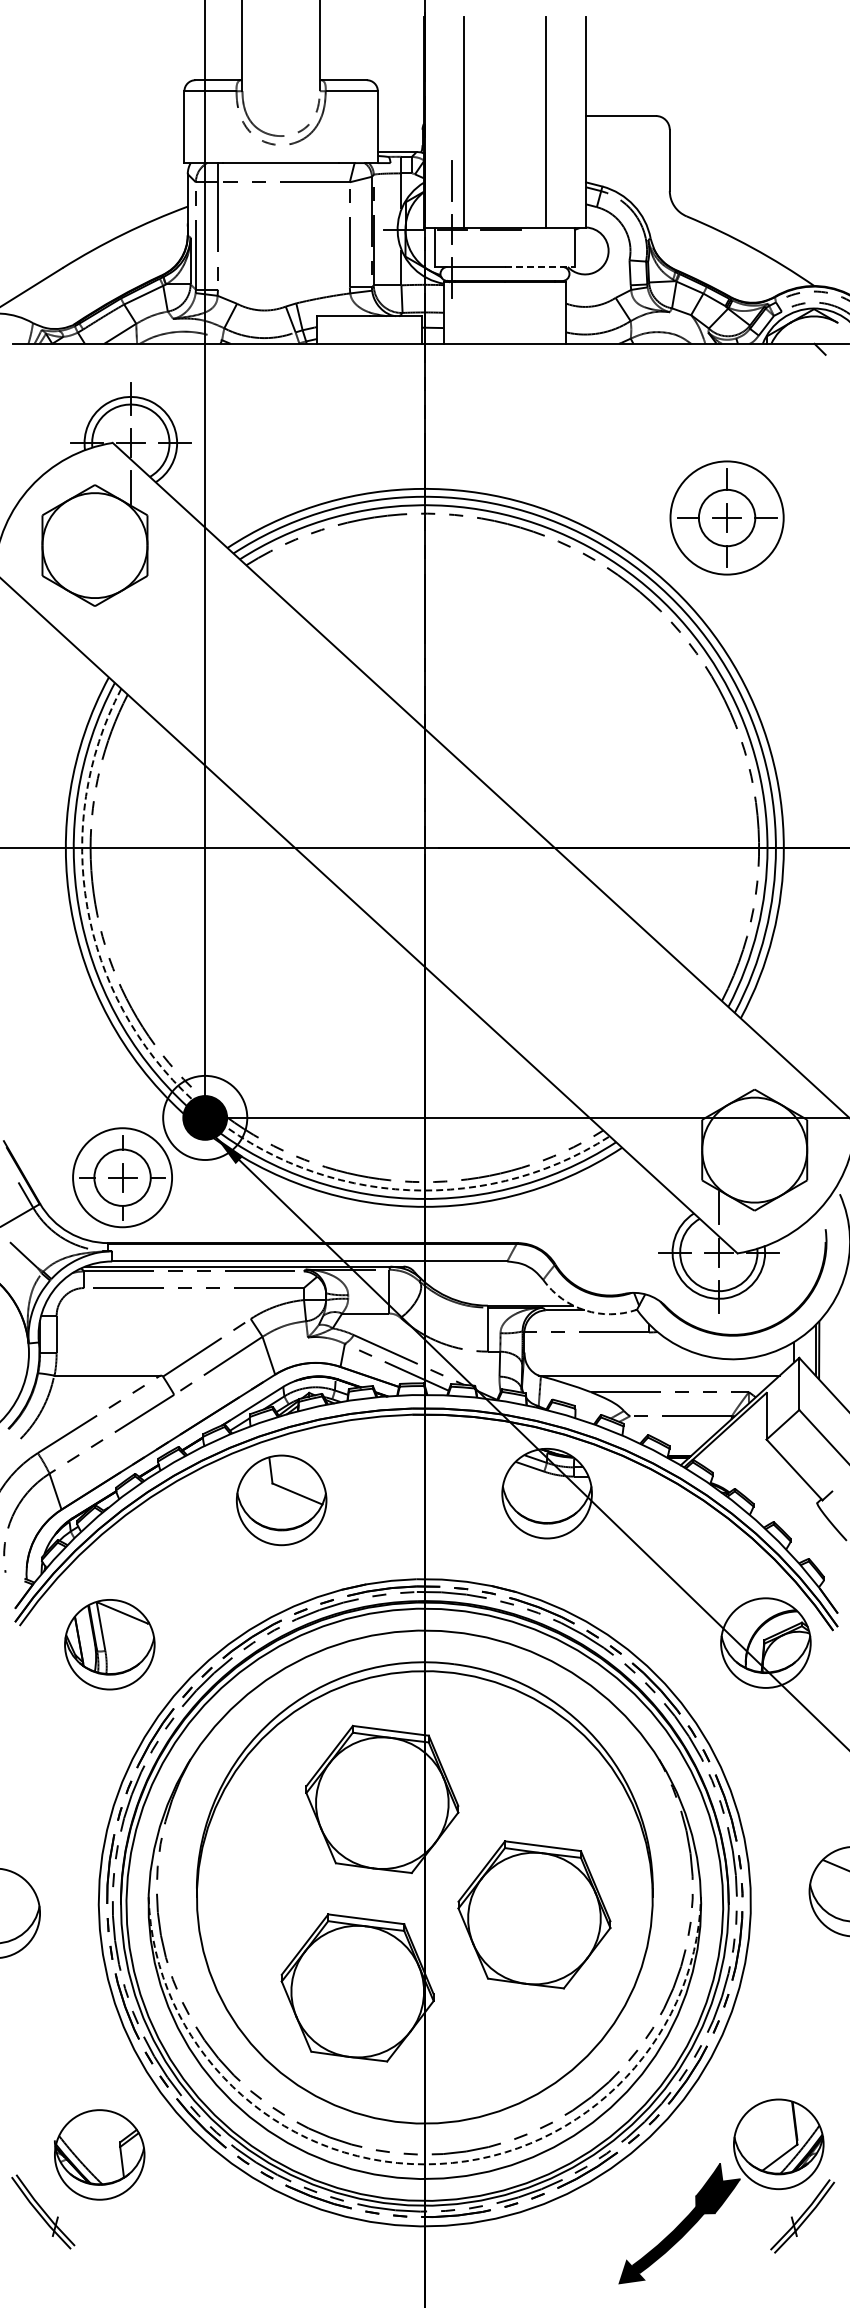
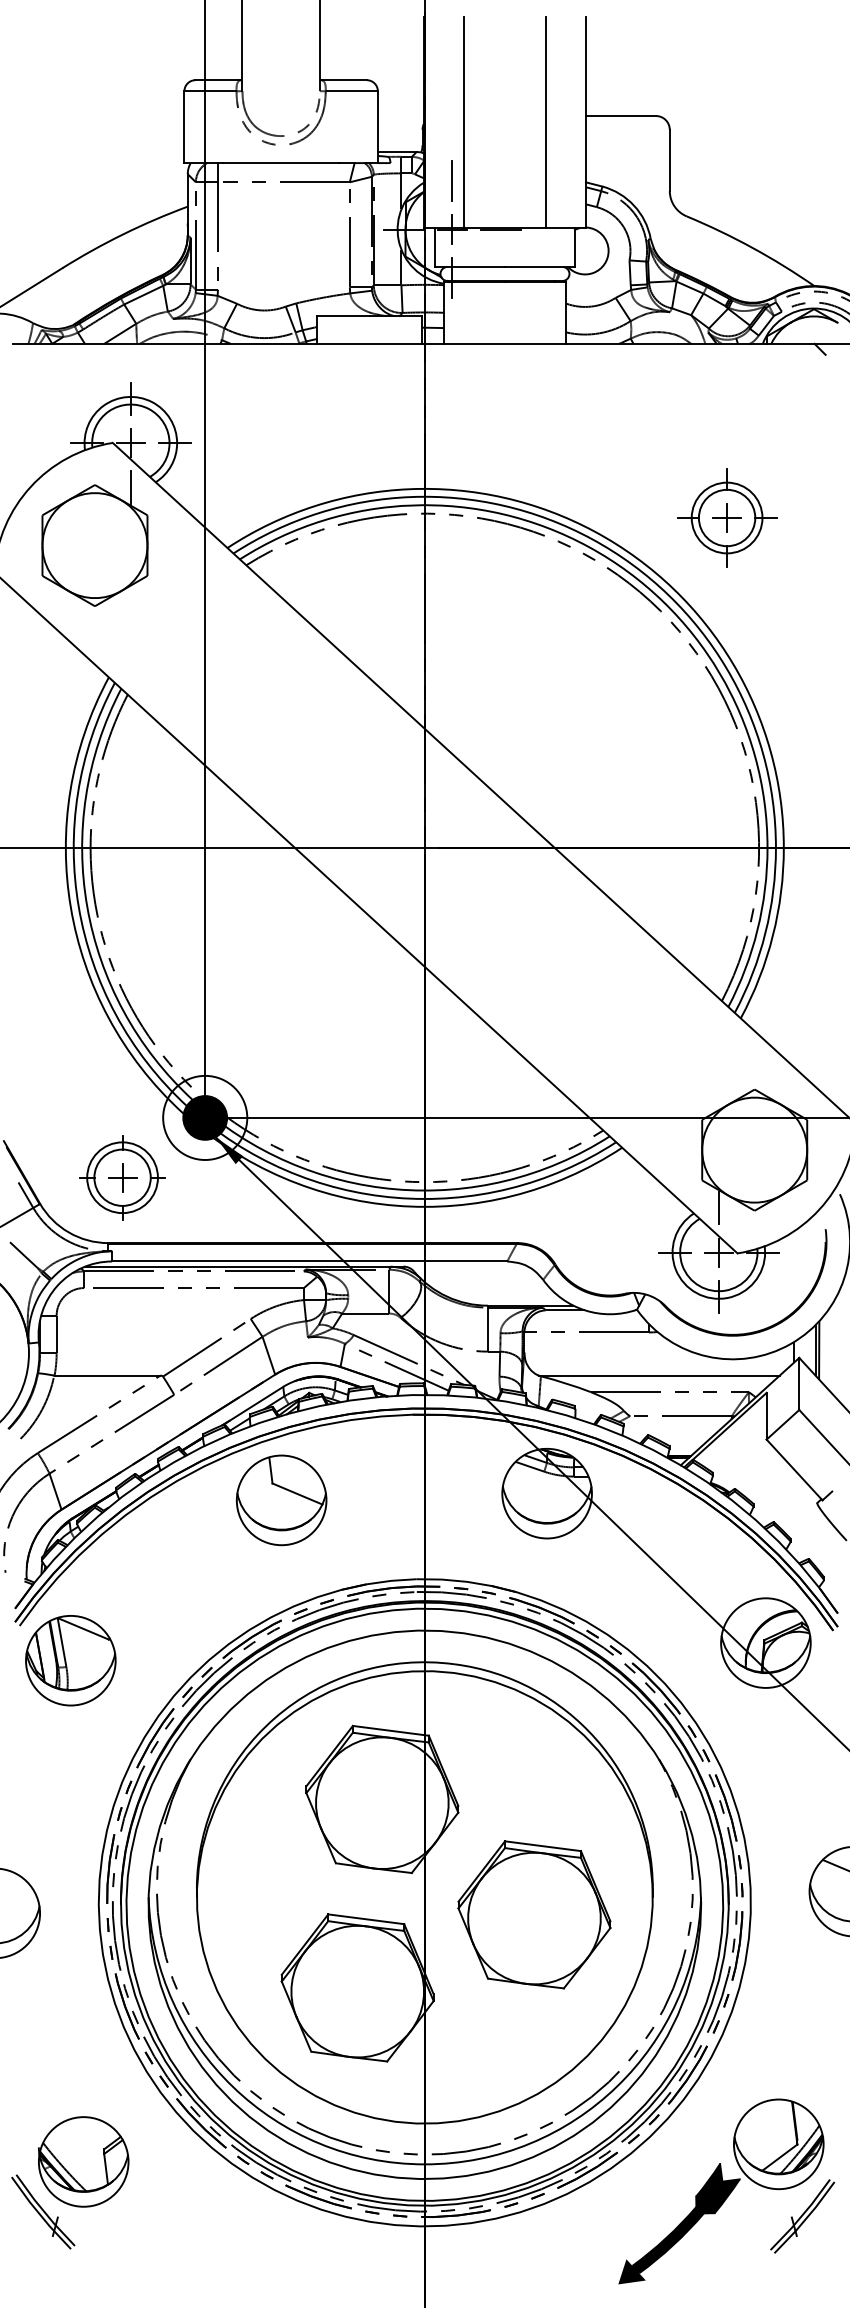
line at (539, 266): dashed -> solid
circle at (726, 517) diameter: 113 px -> 71 px
arc at (193, 1100): dashed -> solid
circle at (122, 1177) diameter: 99 px -> 71 px
arc at (585, 1310): dashed -> solid
part at (109, 1644) position: (109, 1644) -> (70, 1660)
part at (99, 2154) position: (99, 2154) -> (83, 2161)
arc at (424, 2164): dashed -> solid
